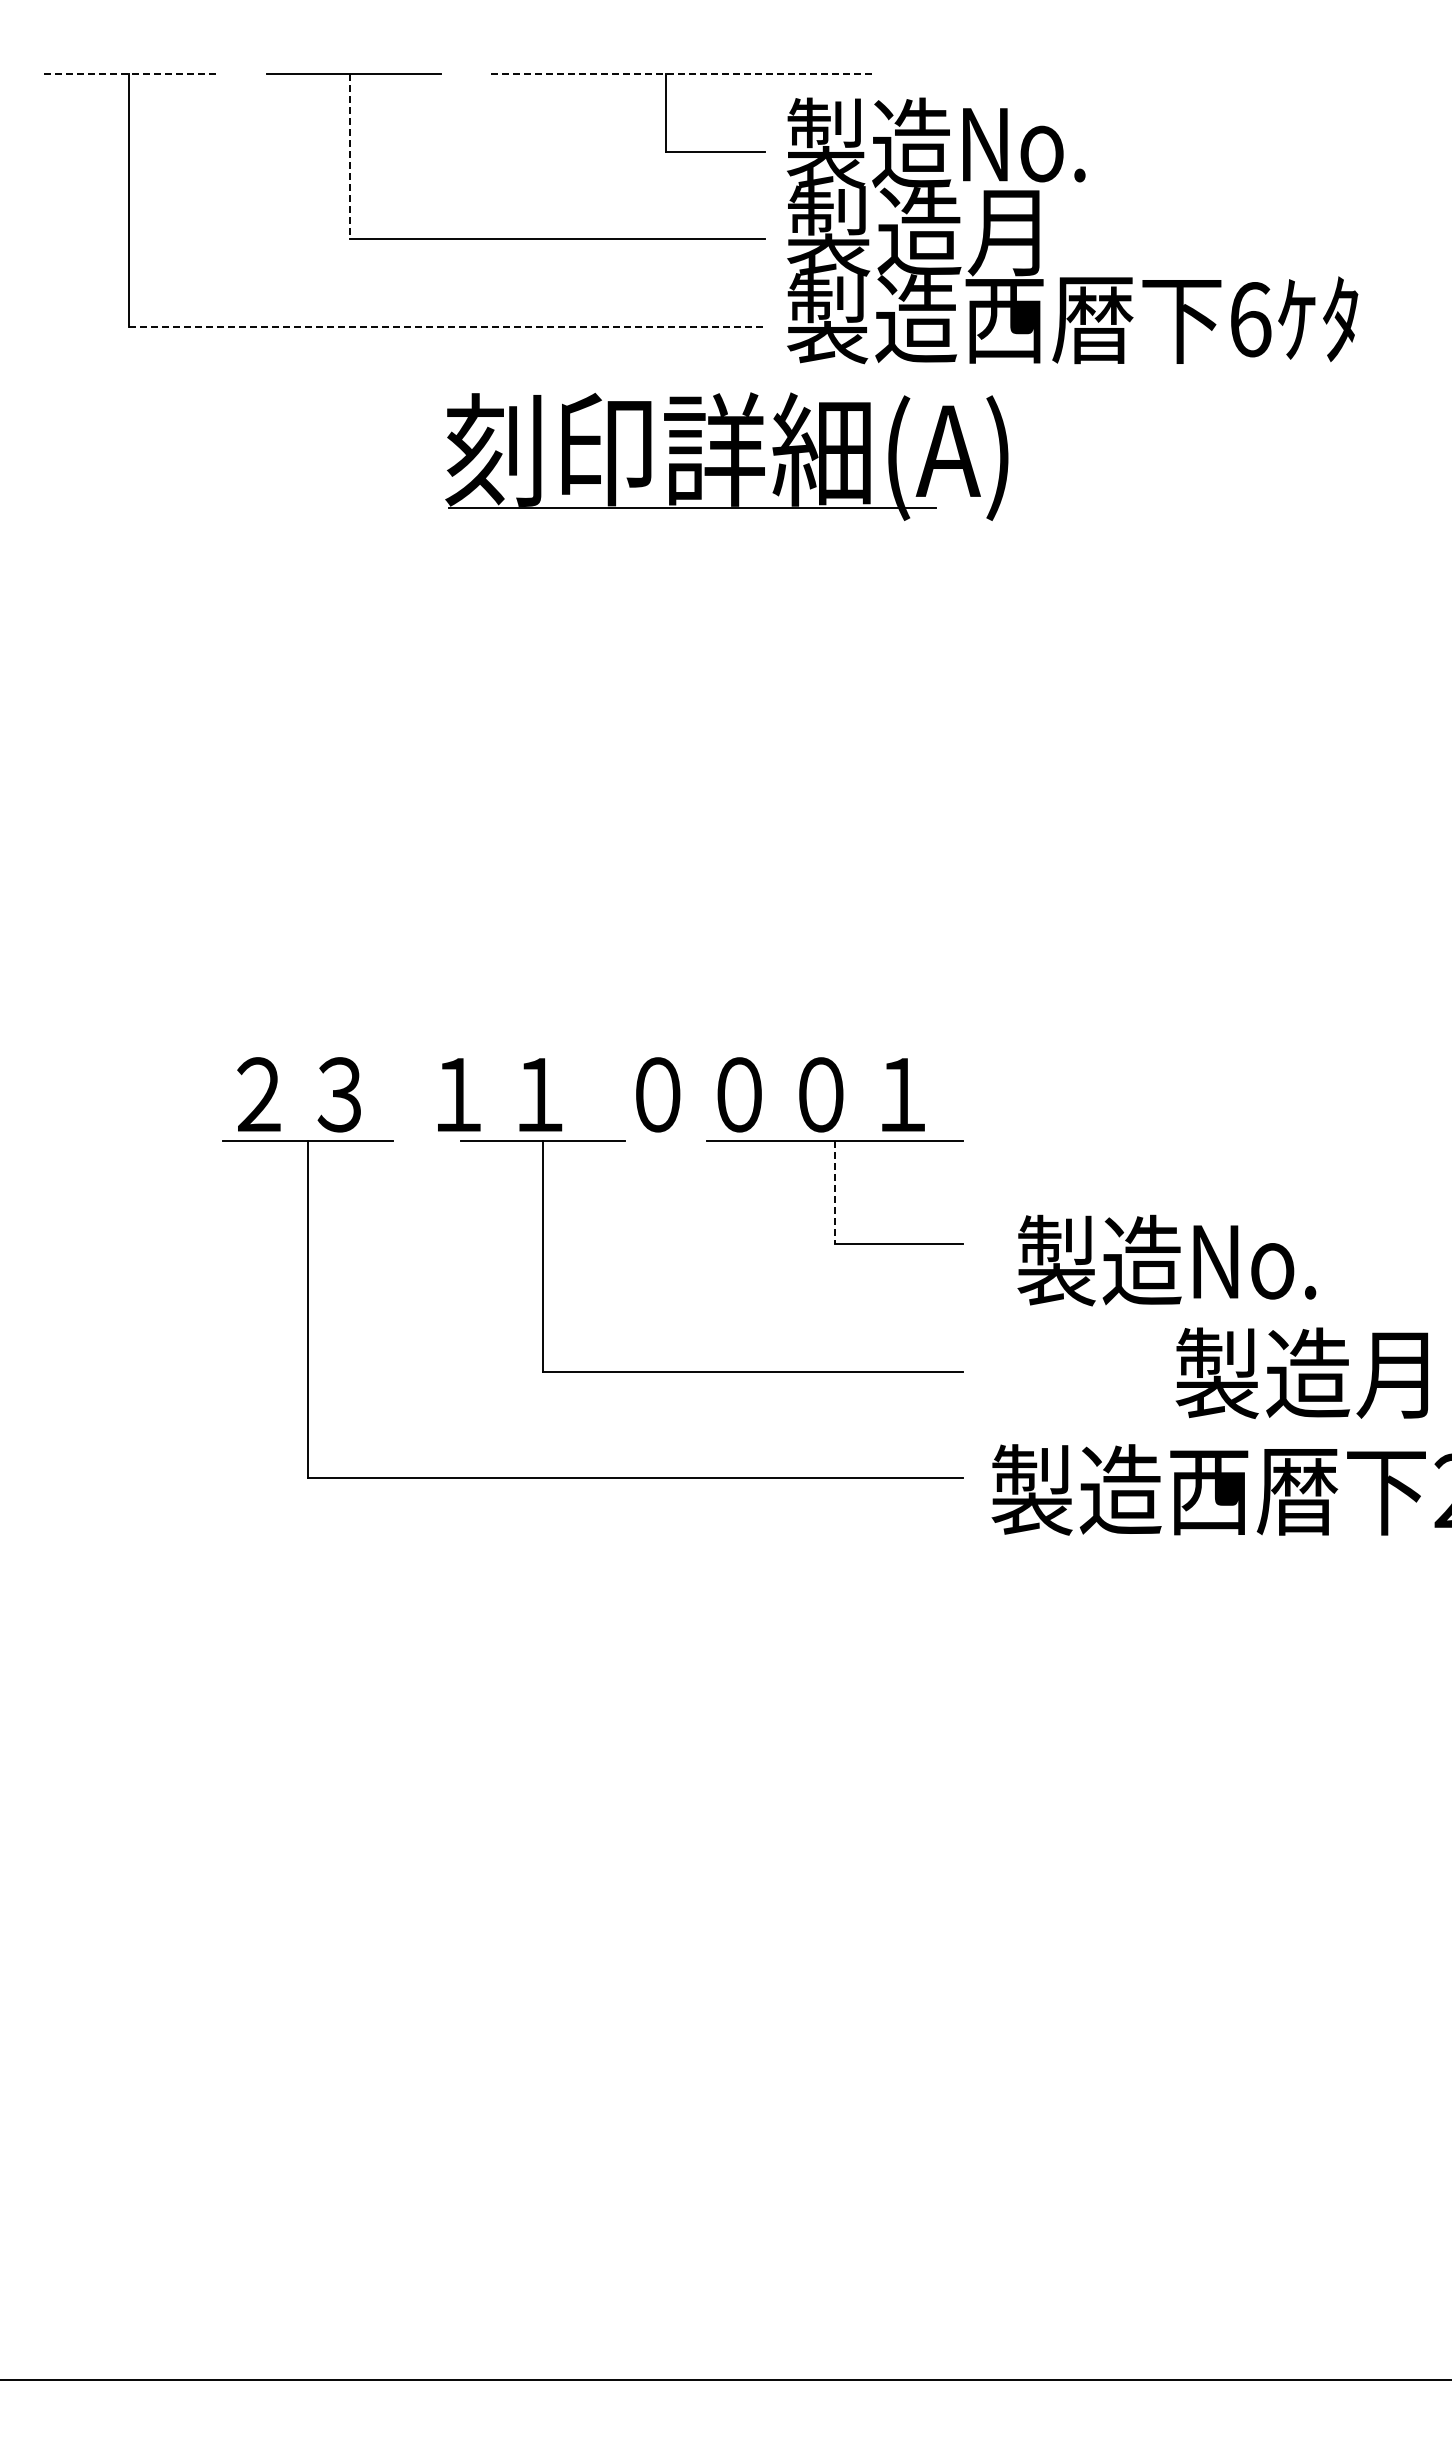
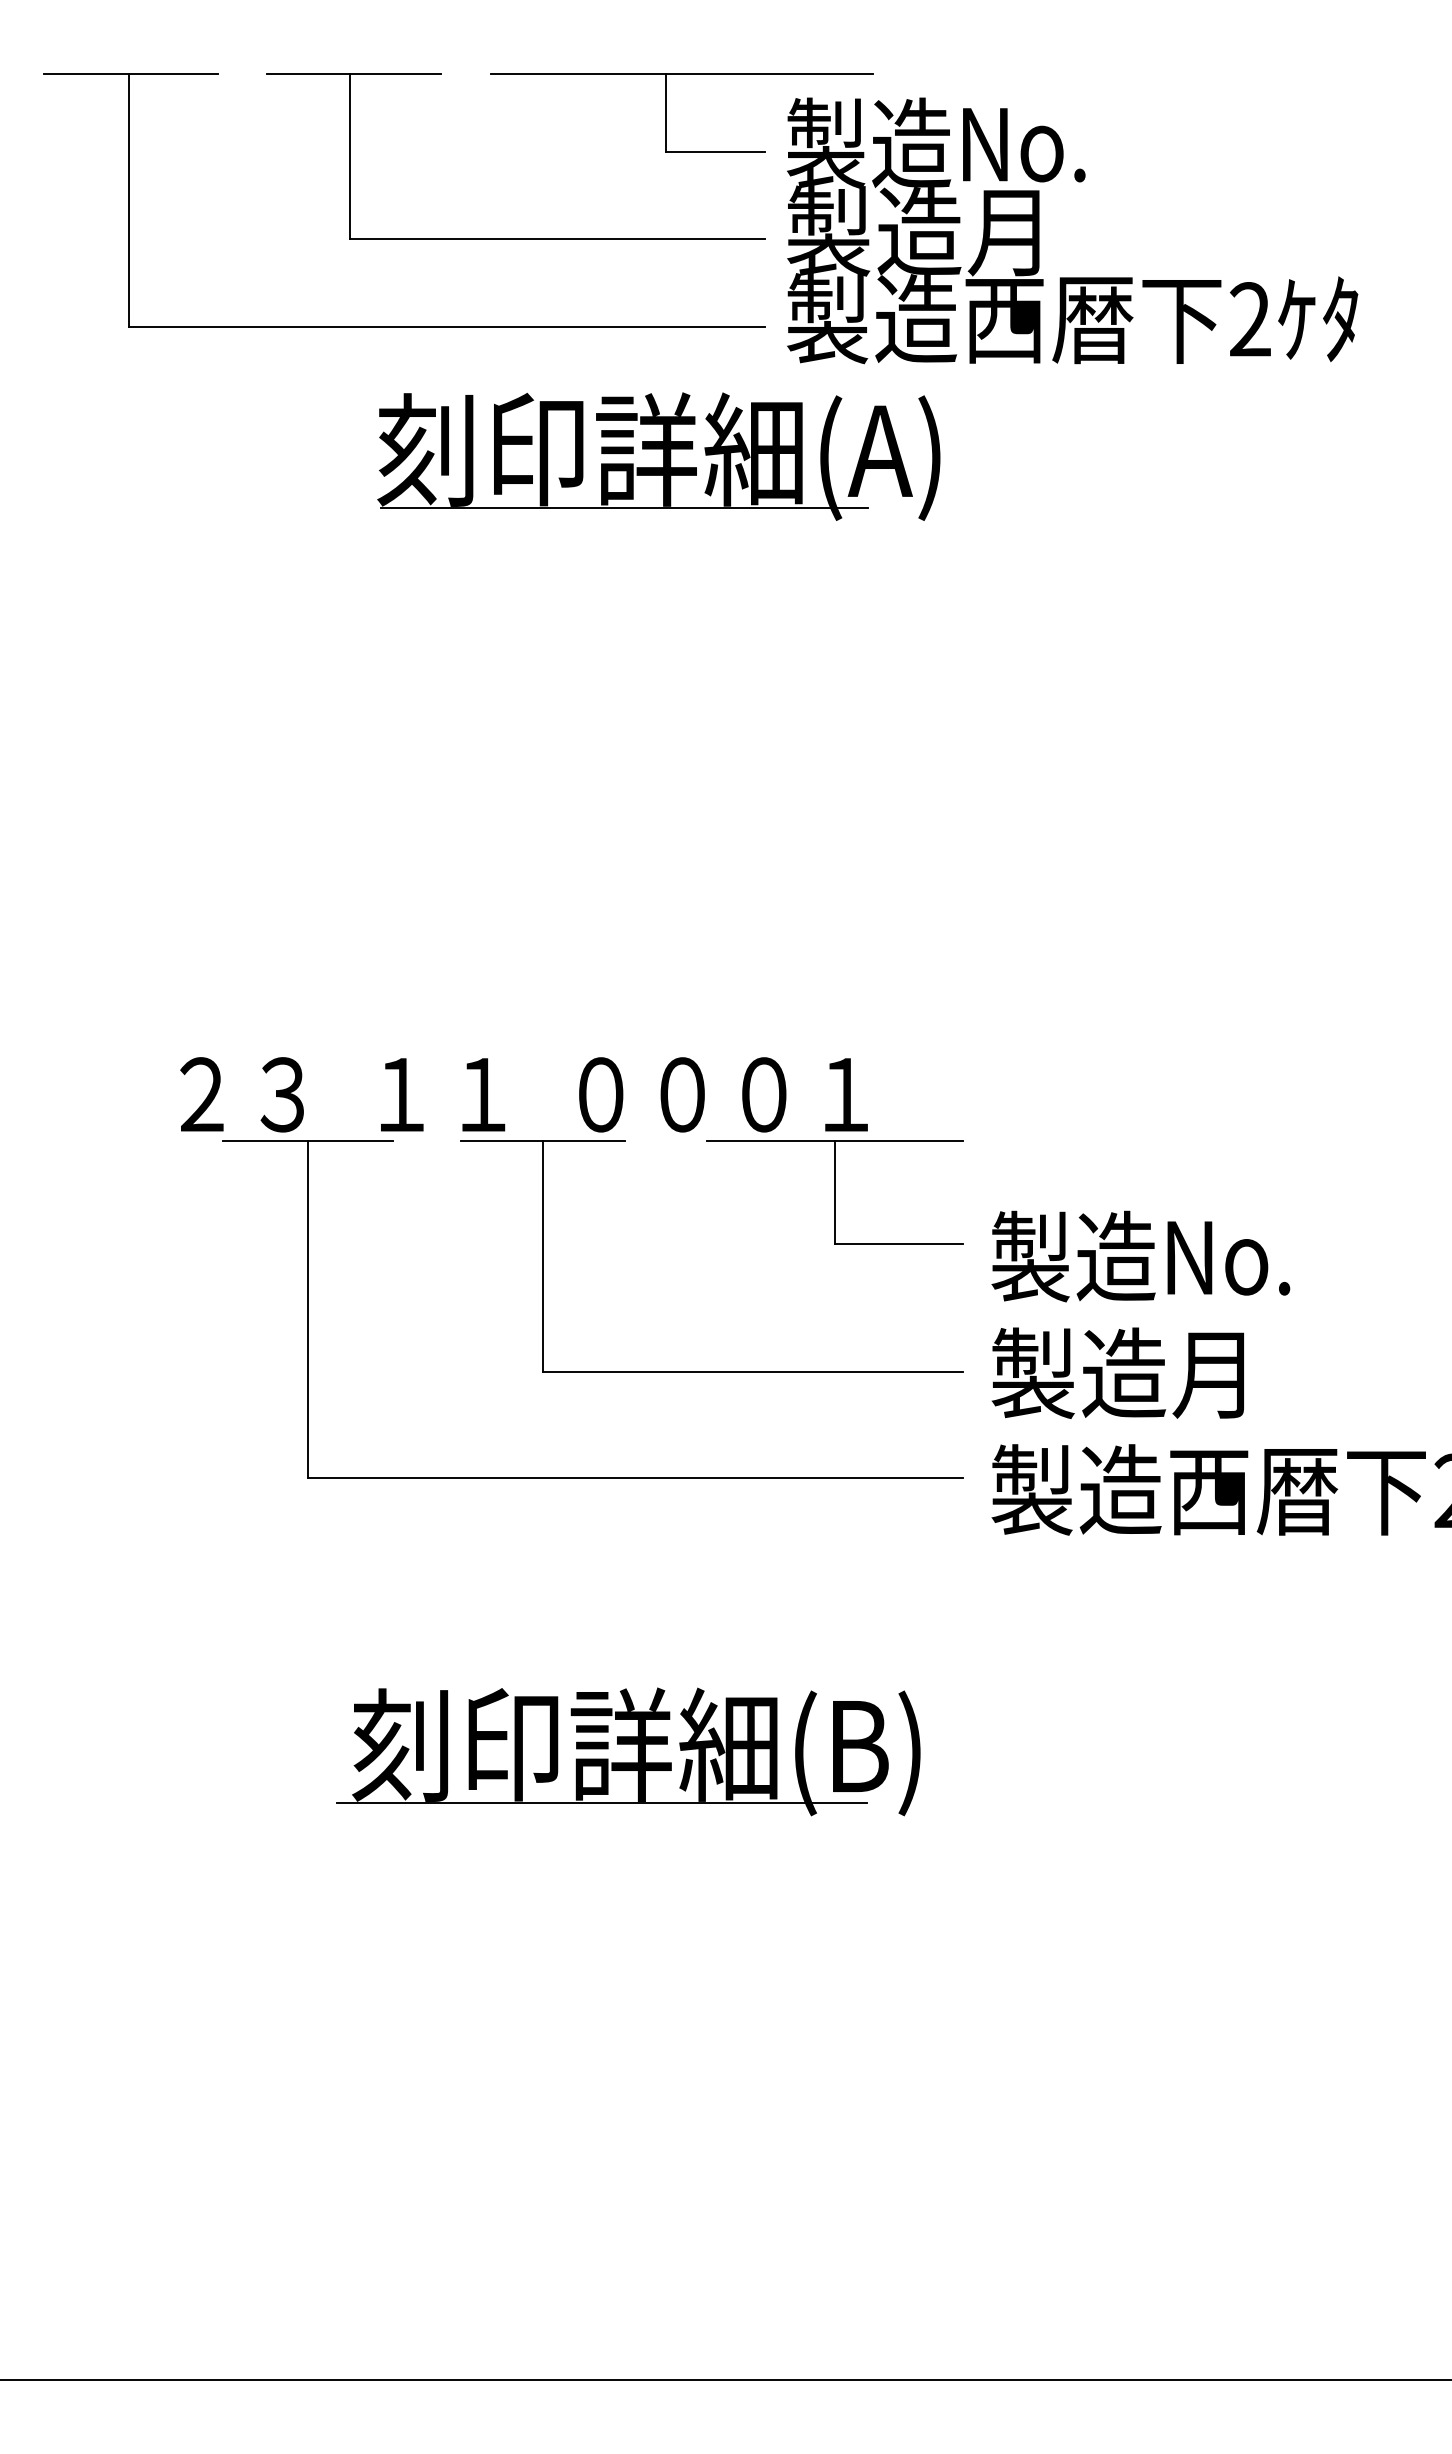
line at (131, 73): dashed -> solid
line at (681, 73): dashed -> solid
line at (349, 156): dashed -> solid
text at (1250, 319): 6 -> 2
line at (447, 326): dashed -> solid
part at (726, 456) position: (726, 456) -> (658, 456)
text at (580, 1094) position: (580, 1094) -> (523, 1094)
line at (834, 1192): dashed -> solid
text at (1166, 1260) position: (1166, 1260) -> (1140, 1256)
text at (1301, 1372) position: (1301, 1372) -> (1117, 1372)
part at (628, 1744): none -> present
